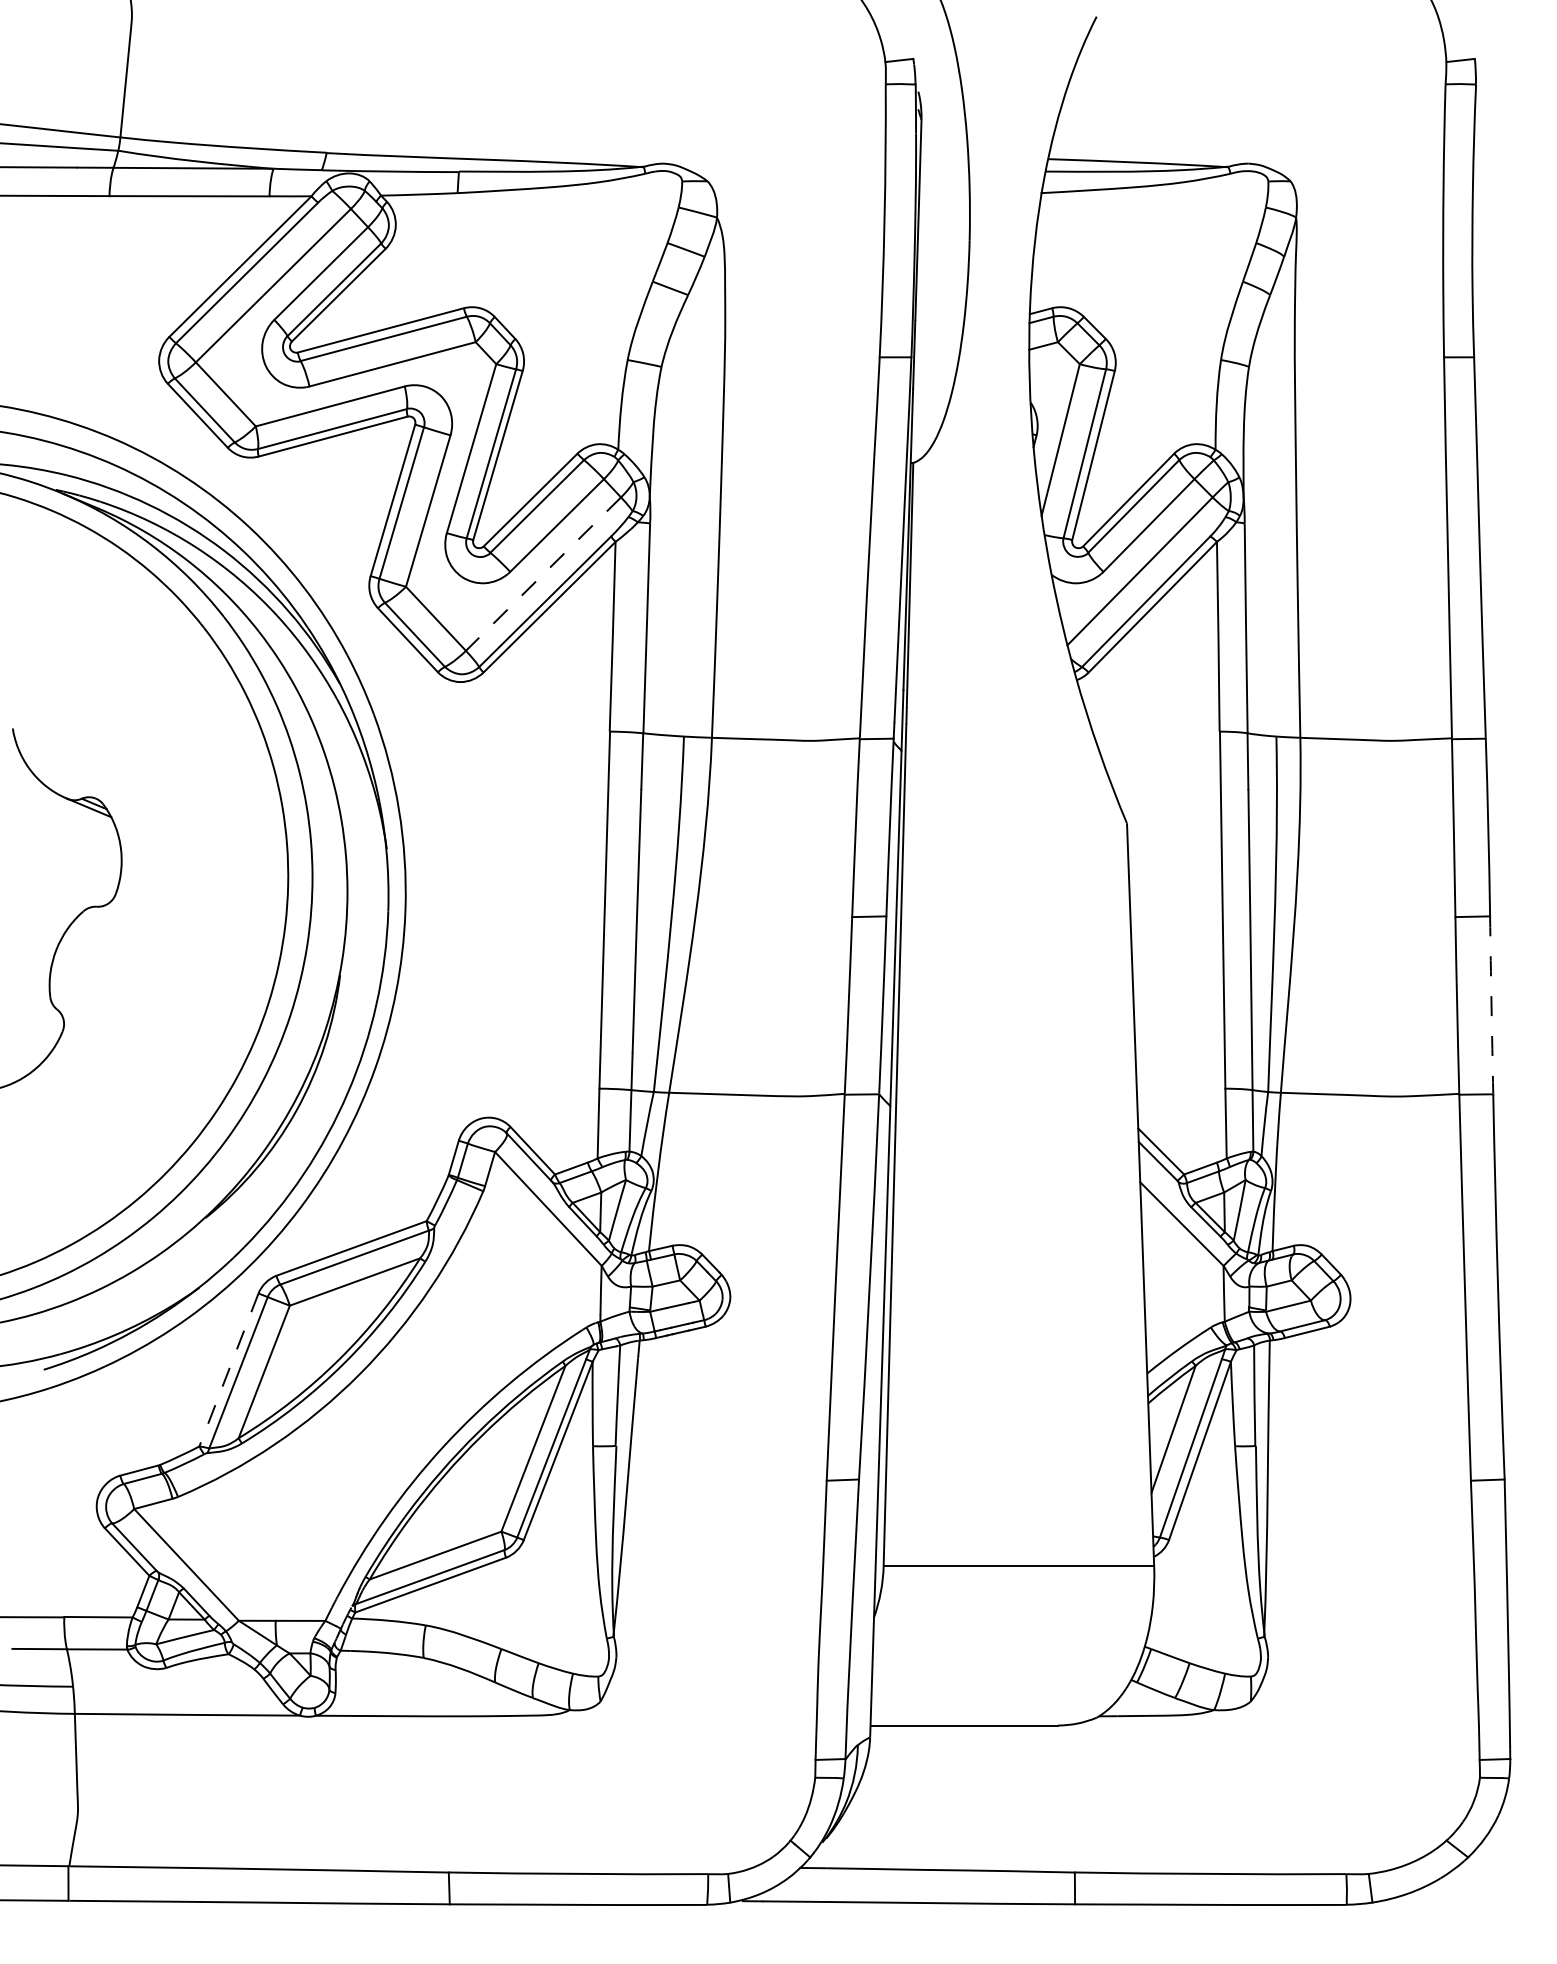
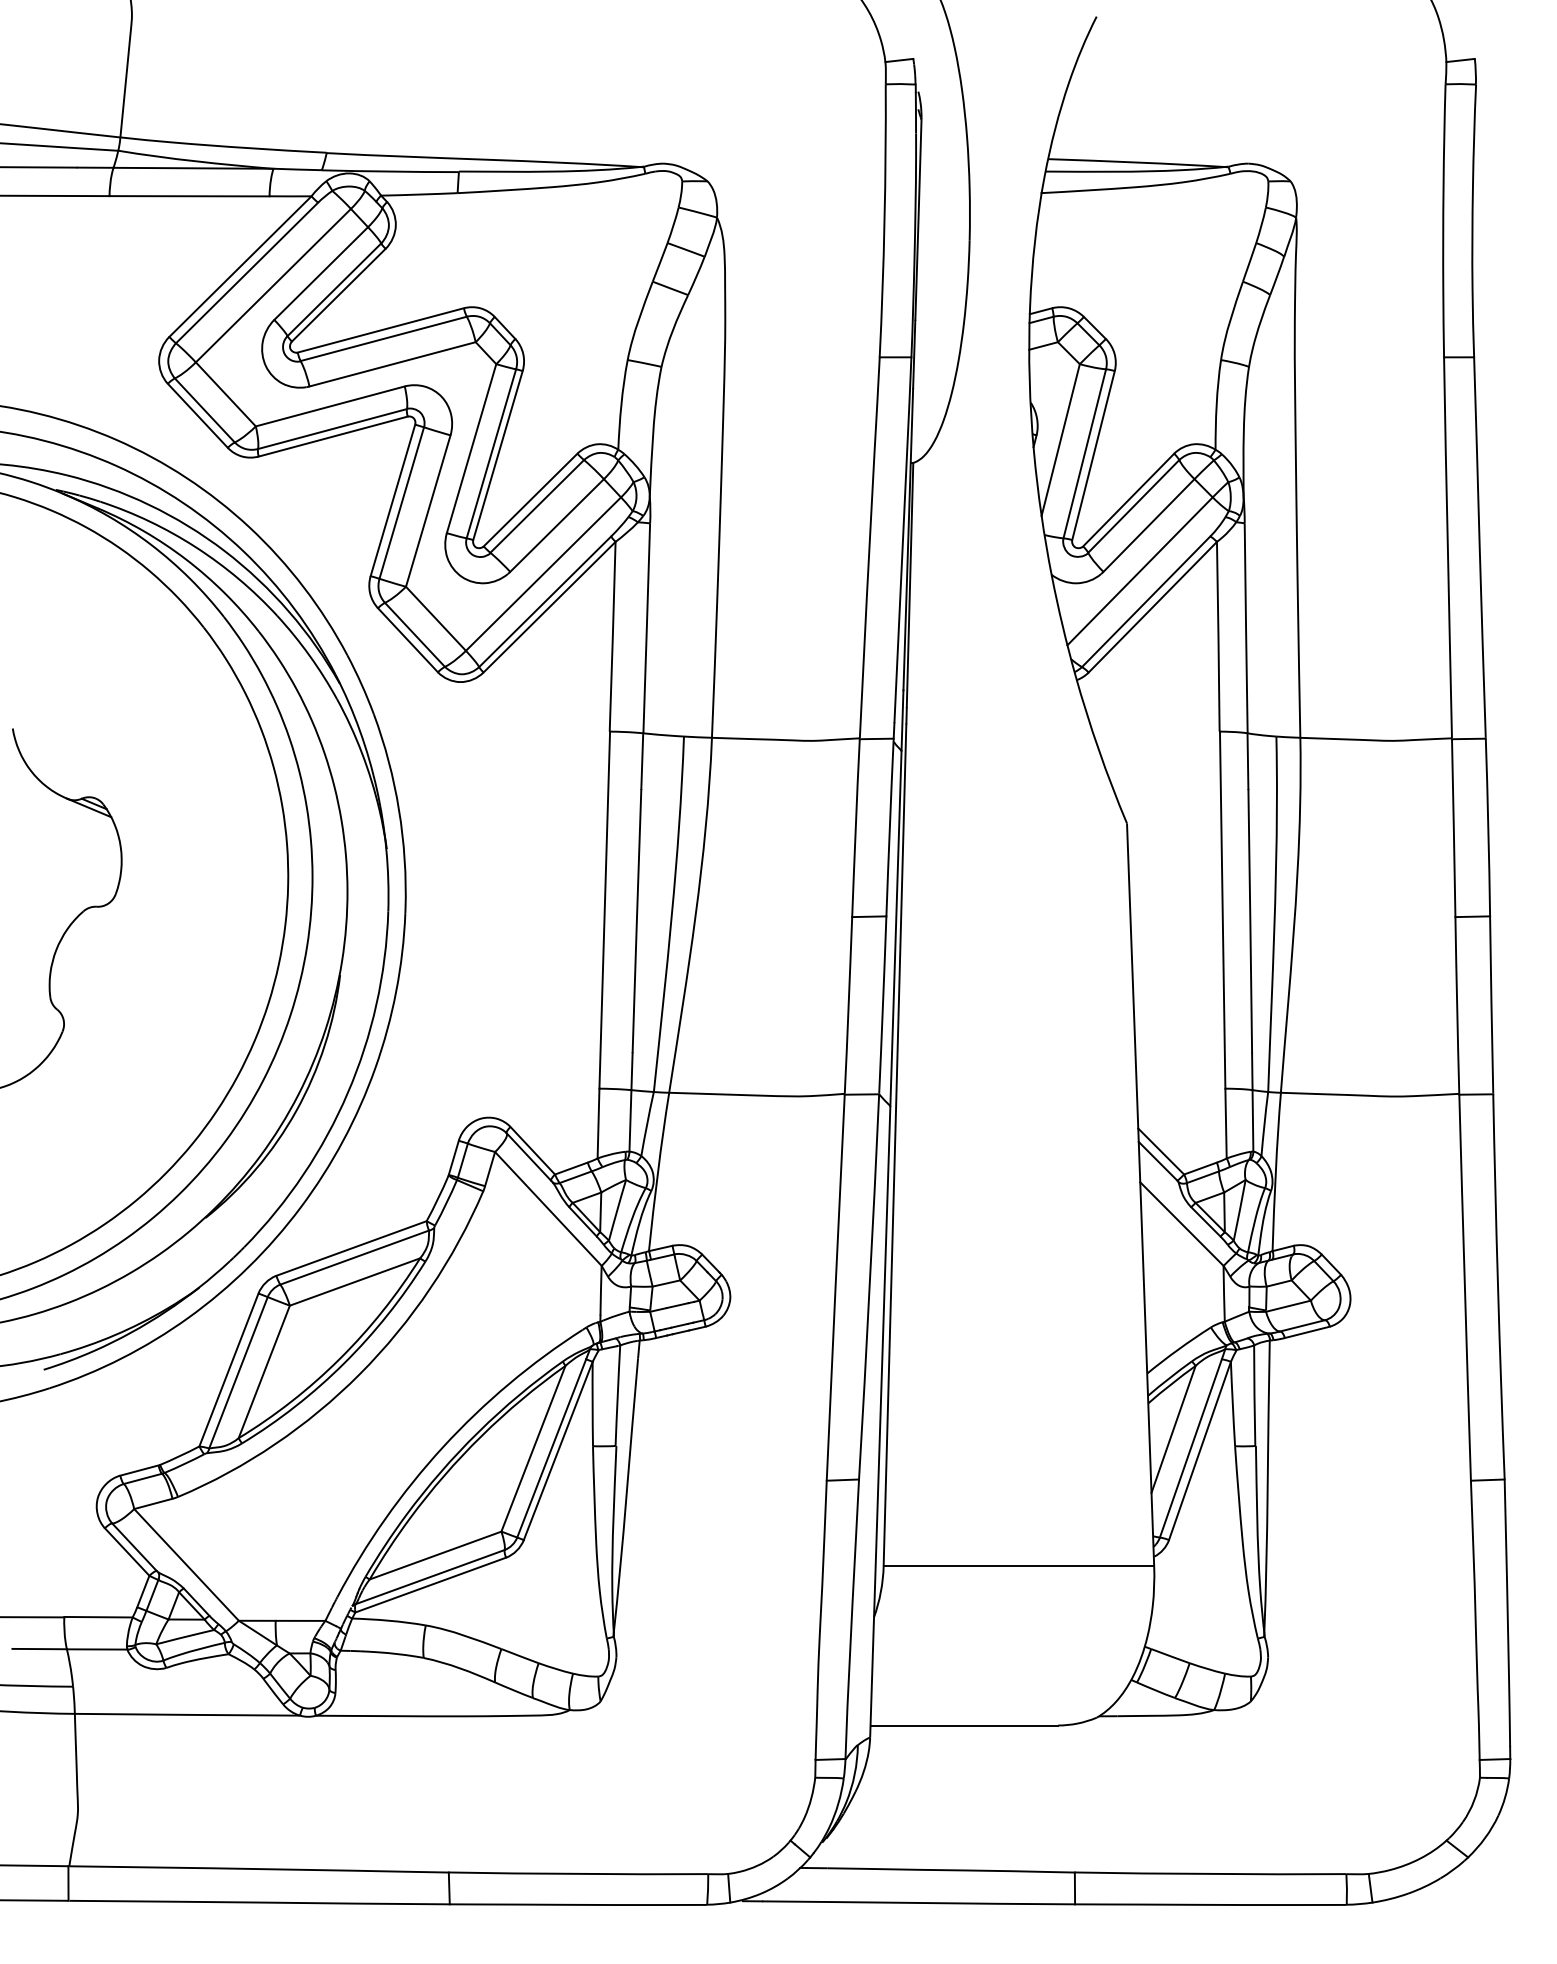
line at (543, 574): dashed -> solid
arc at (1491, 1004): dashed -> solid
line at (228, 1369): dashed -> solid
